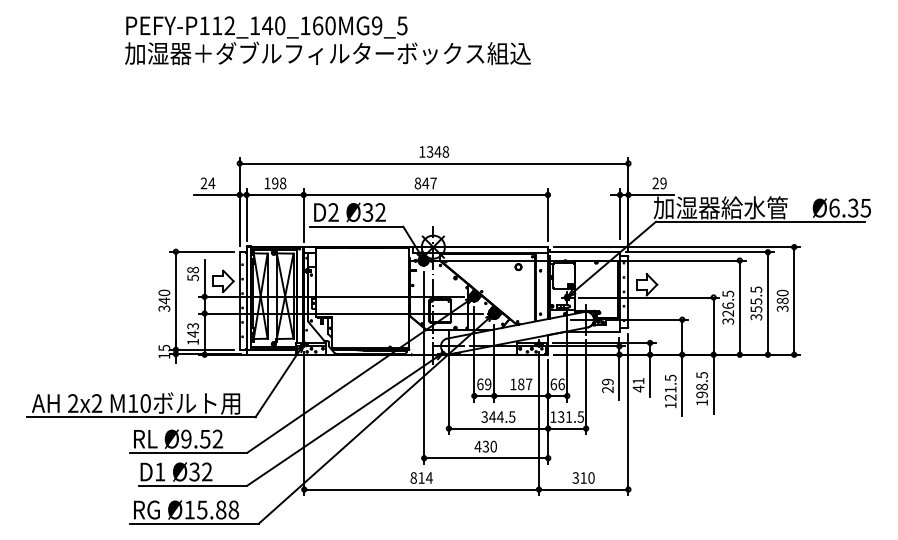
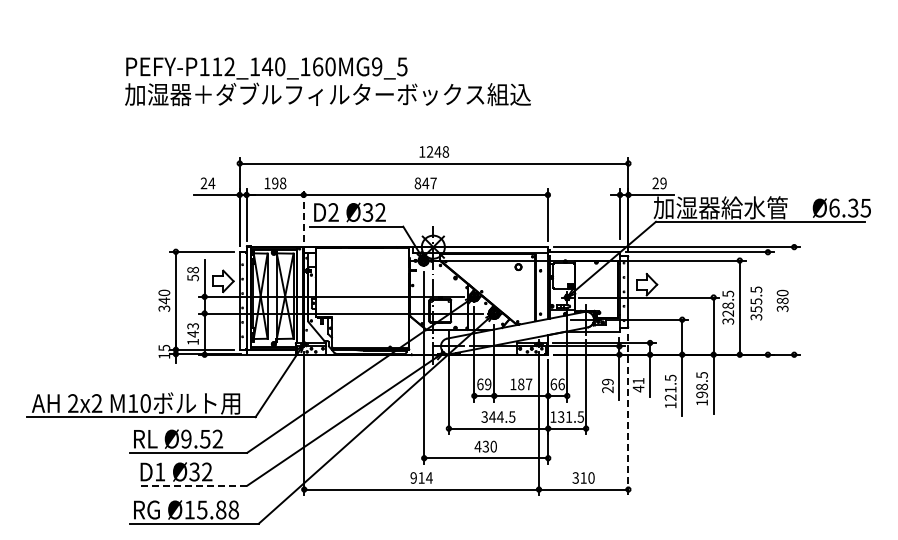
text at (327, 40) position: (327, 40) -> (327, 81)
text at (429, 151): 1348 -> 1248
line at (303, 214): solid -> dashed
line at (794, 300): present -> none
line at (767, 303): present -> none
text at (727, 305): 326.5 -> 328.5
line at (628, 414): solid -> dashed
text at (413, 477): 814 -> 914
line at (192, 485): solid -> dashed
